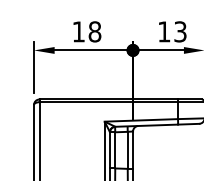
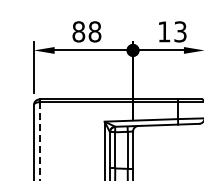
text at (78, 31): 18 -> 88
line at (39, 141): solid -> dashed
